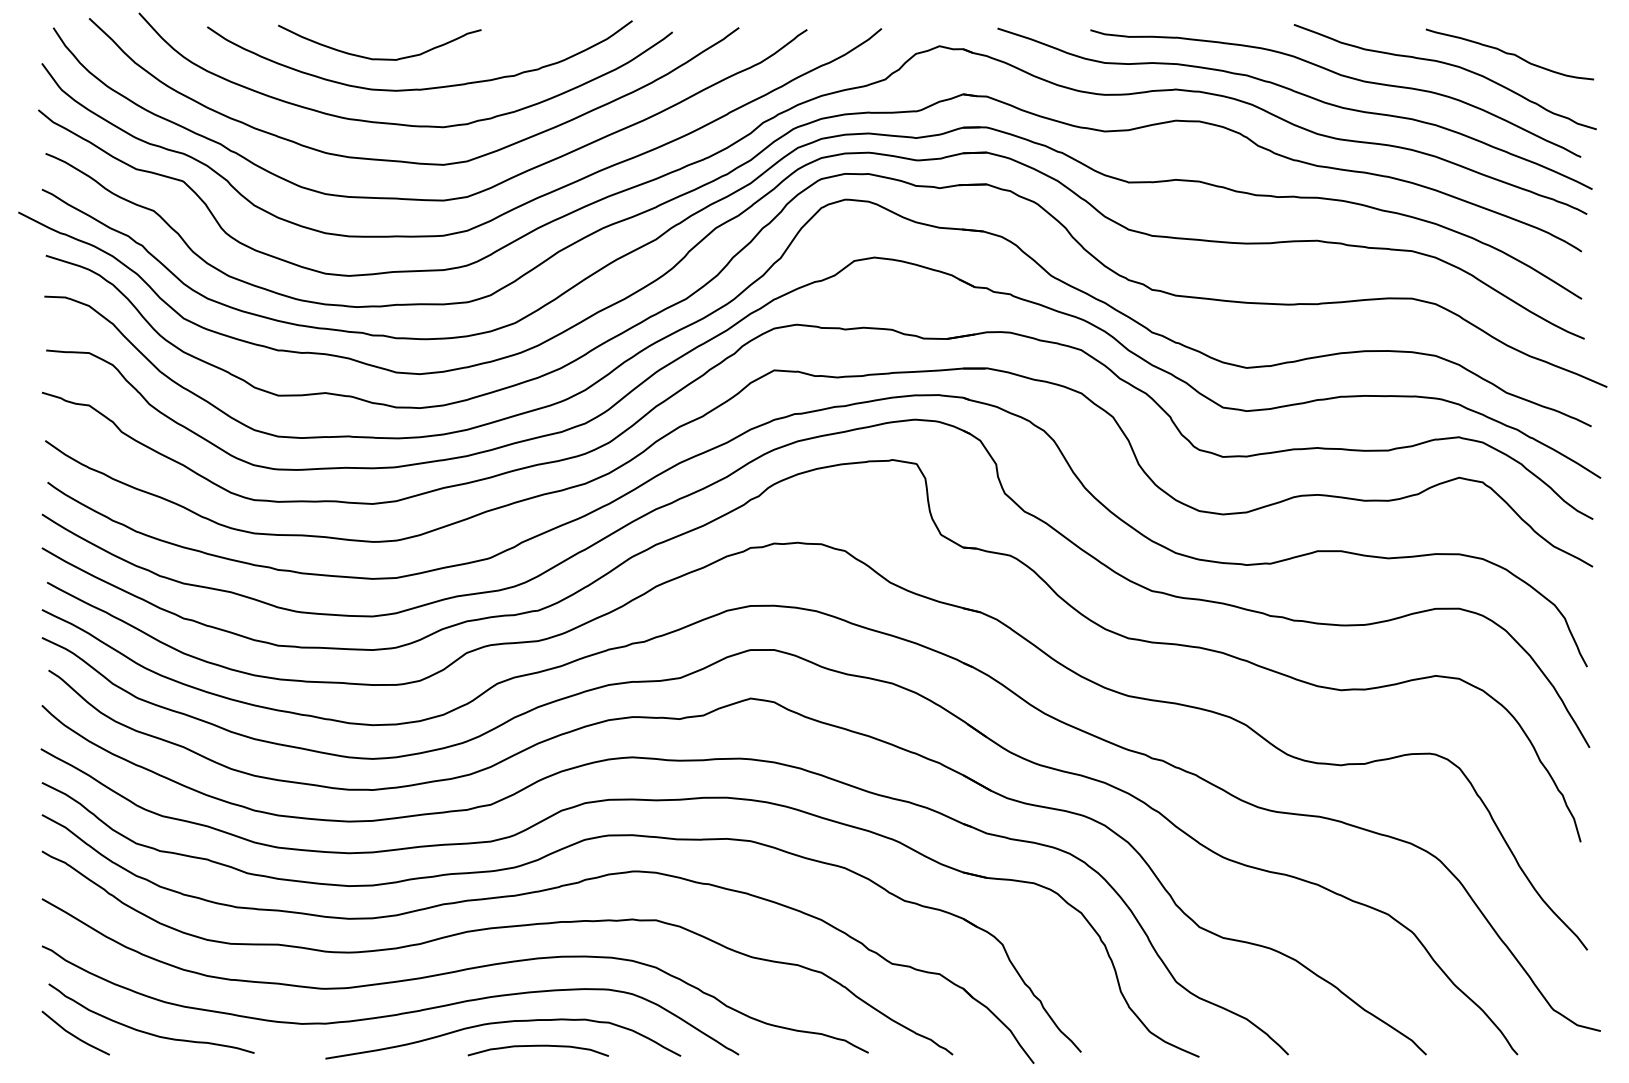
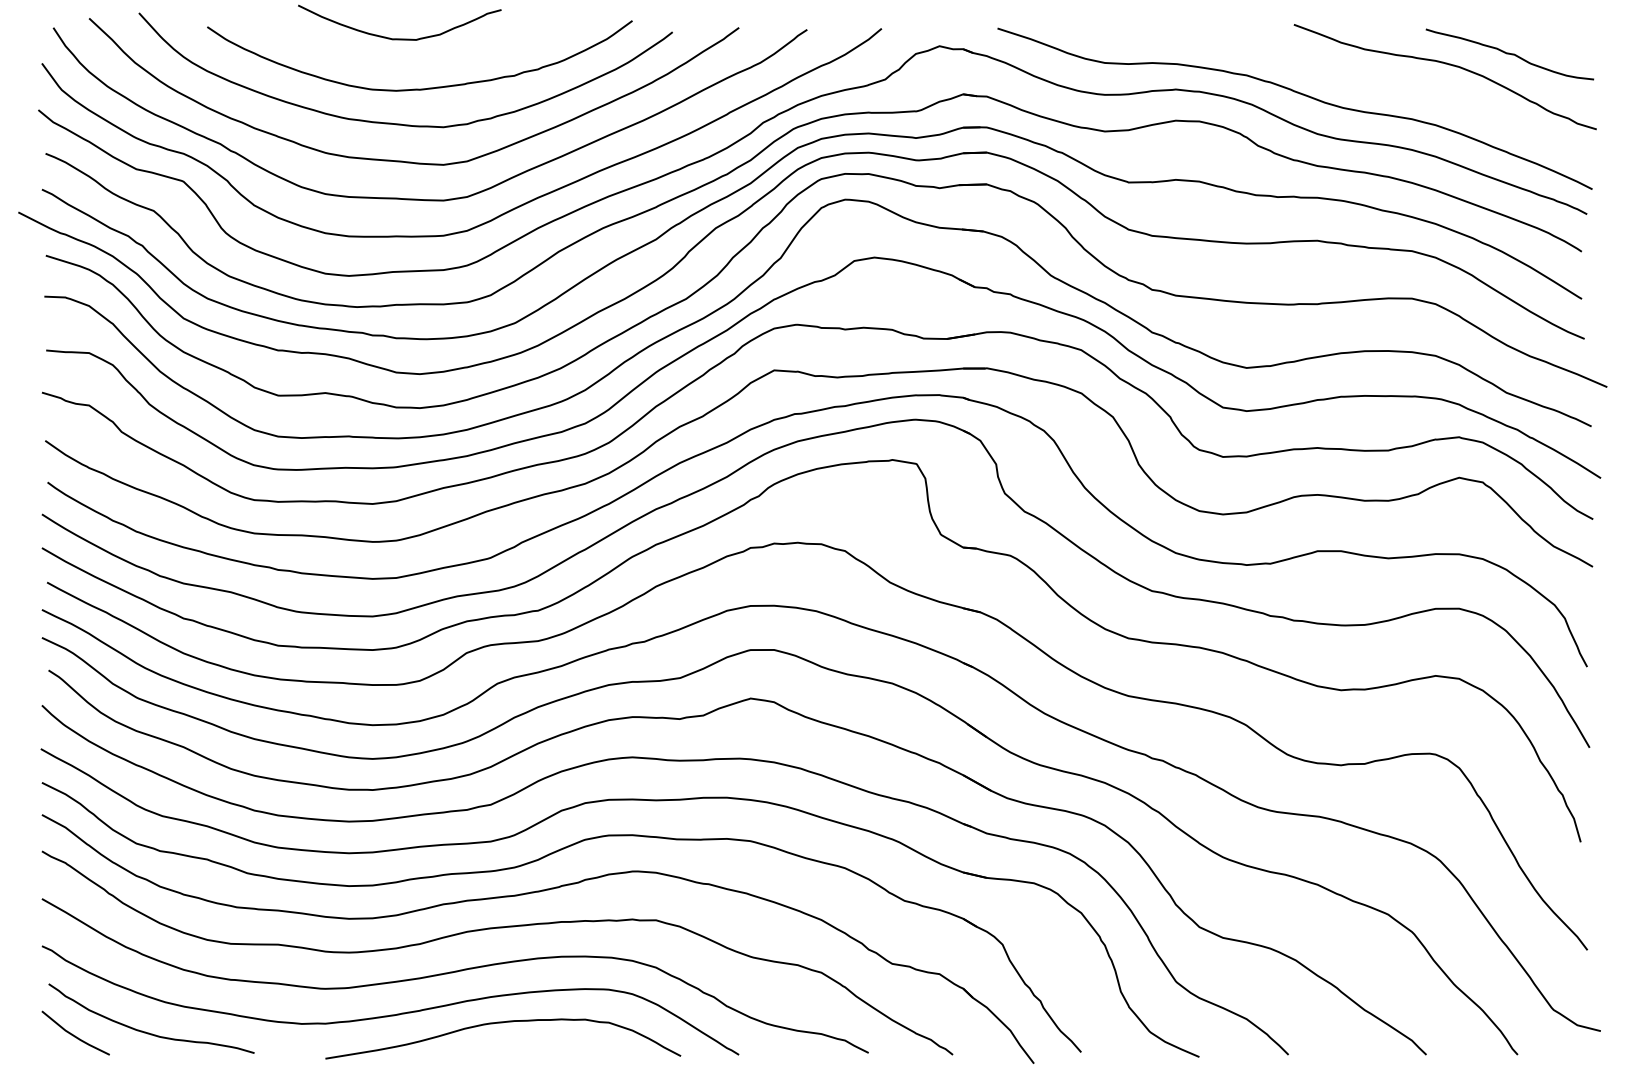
curve at (379, 58) position: (379, 58) -> (399, 38)
curve at (1341, 76): present -> none
curve at (537, 1046): present -> none
